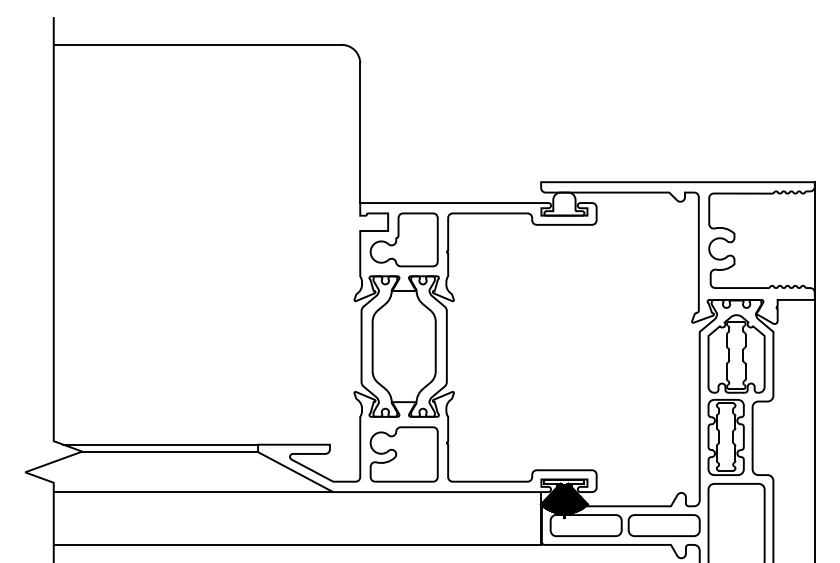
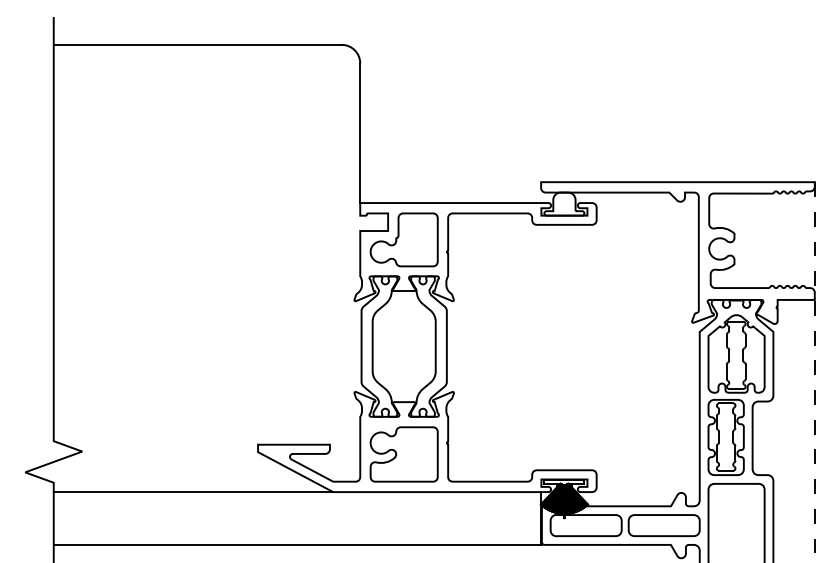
line at (814, 372): solid -> dashed
line at (160, 444): present -> none
line at (169, 452): present -> none
